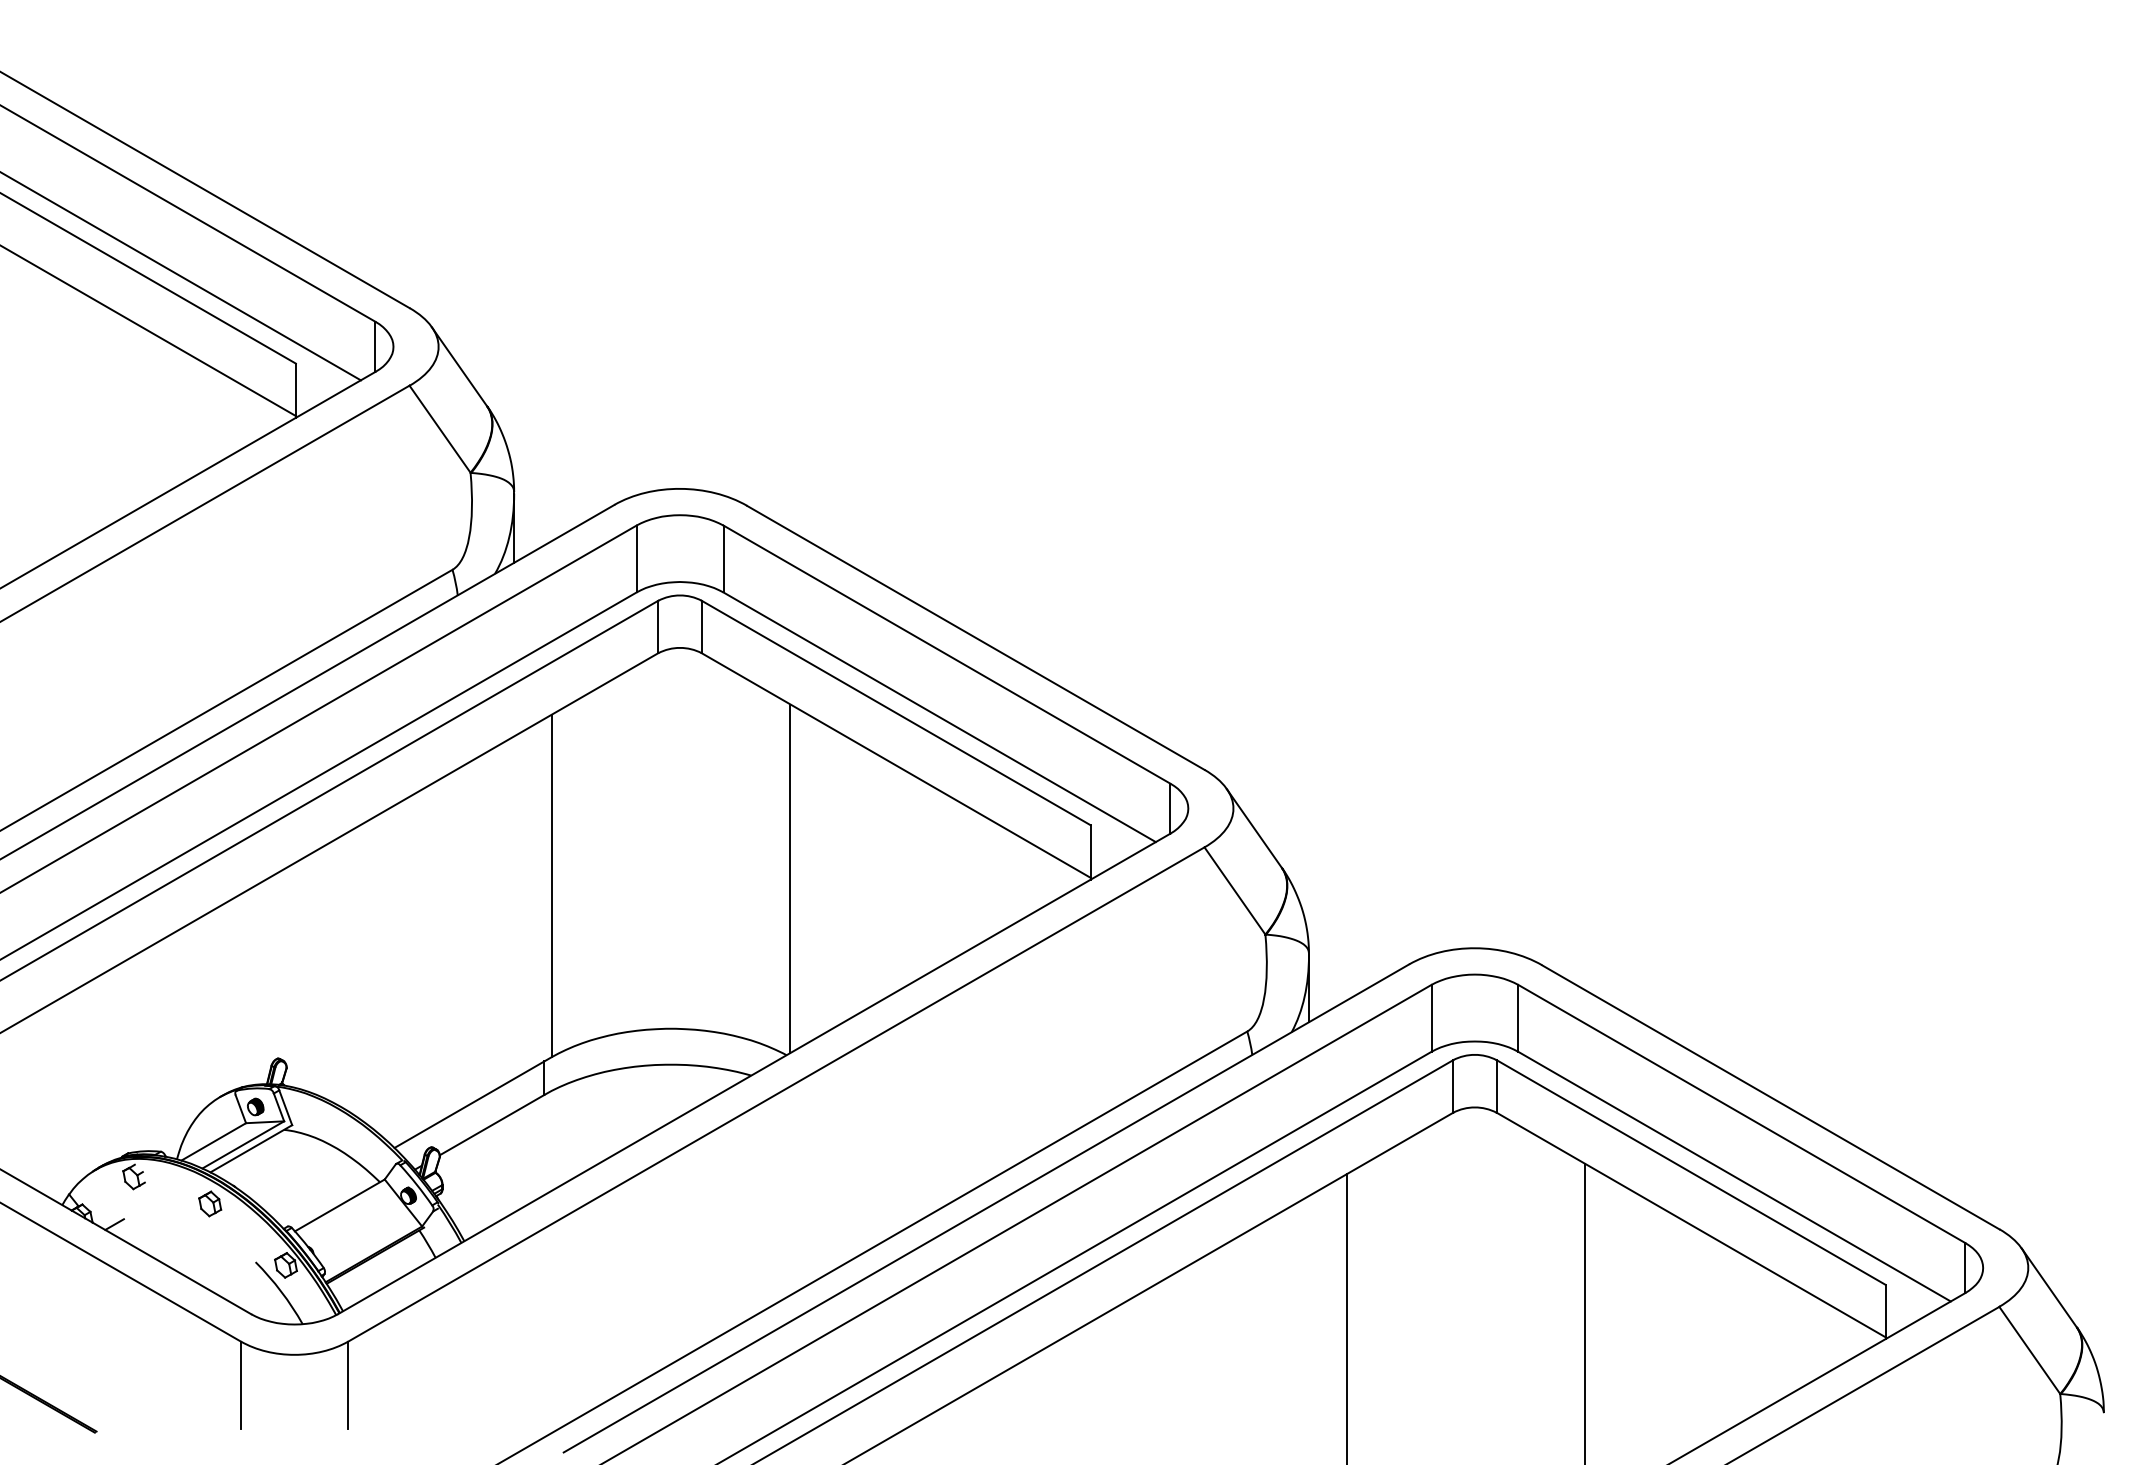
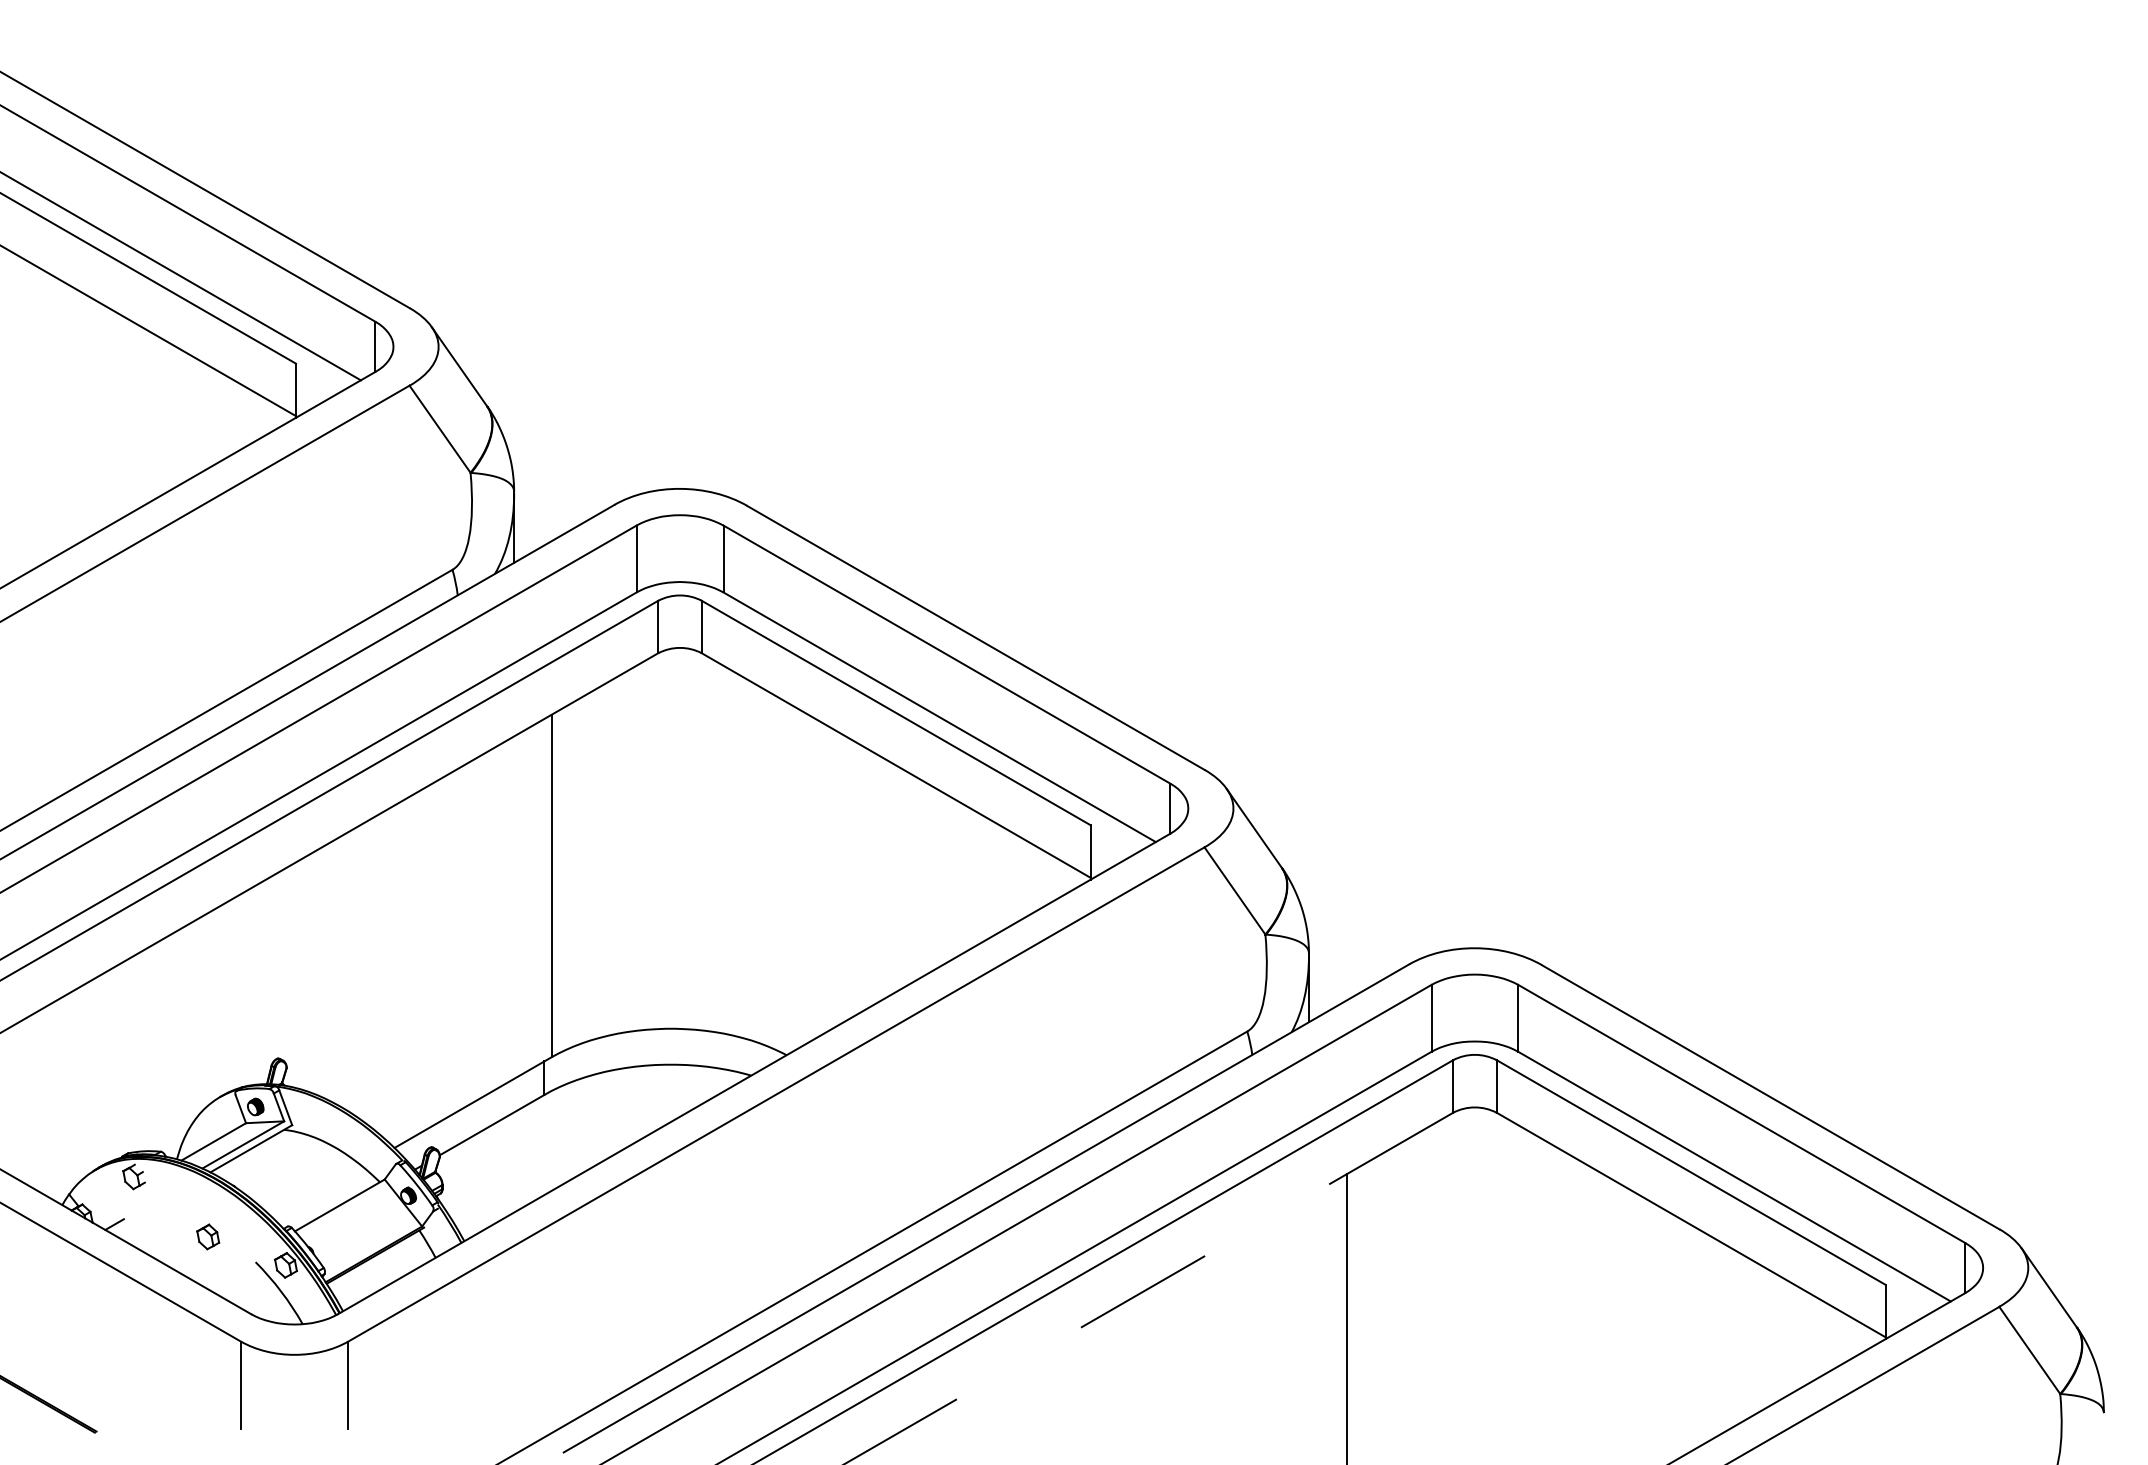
line at (790, 878): present -> none
part at (210, 1203) position: (210, 1203) -> (208, 1236)
line at (1147, 1289): solid -> dashed
line at (1585, 1312): present -> none
